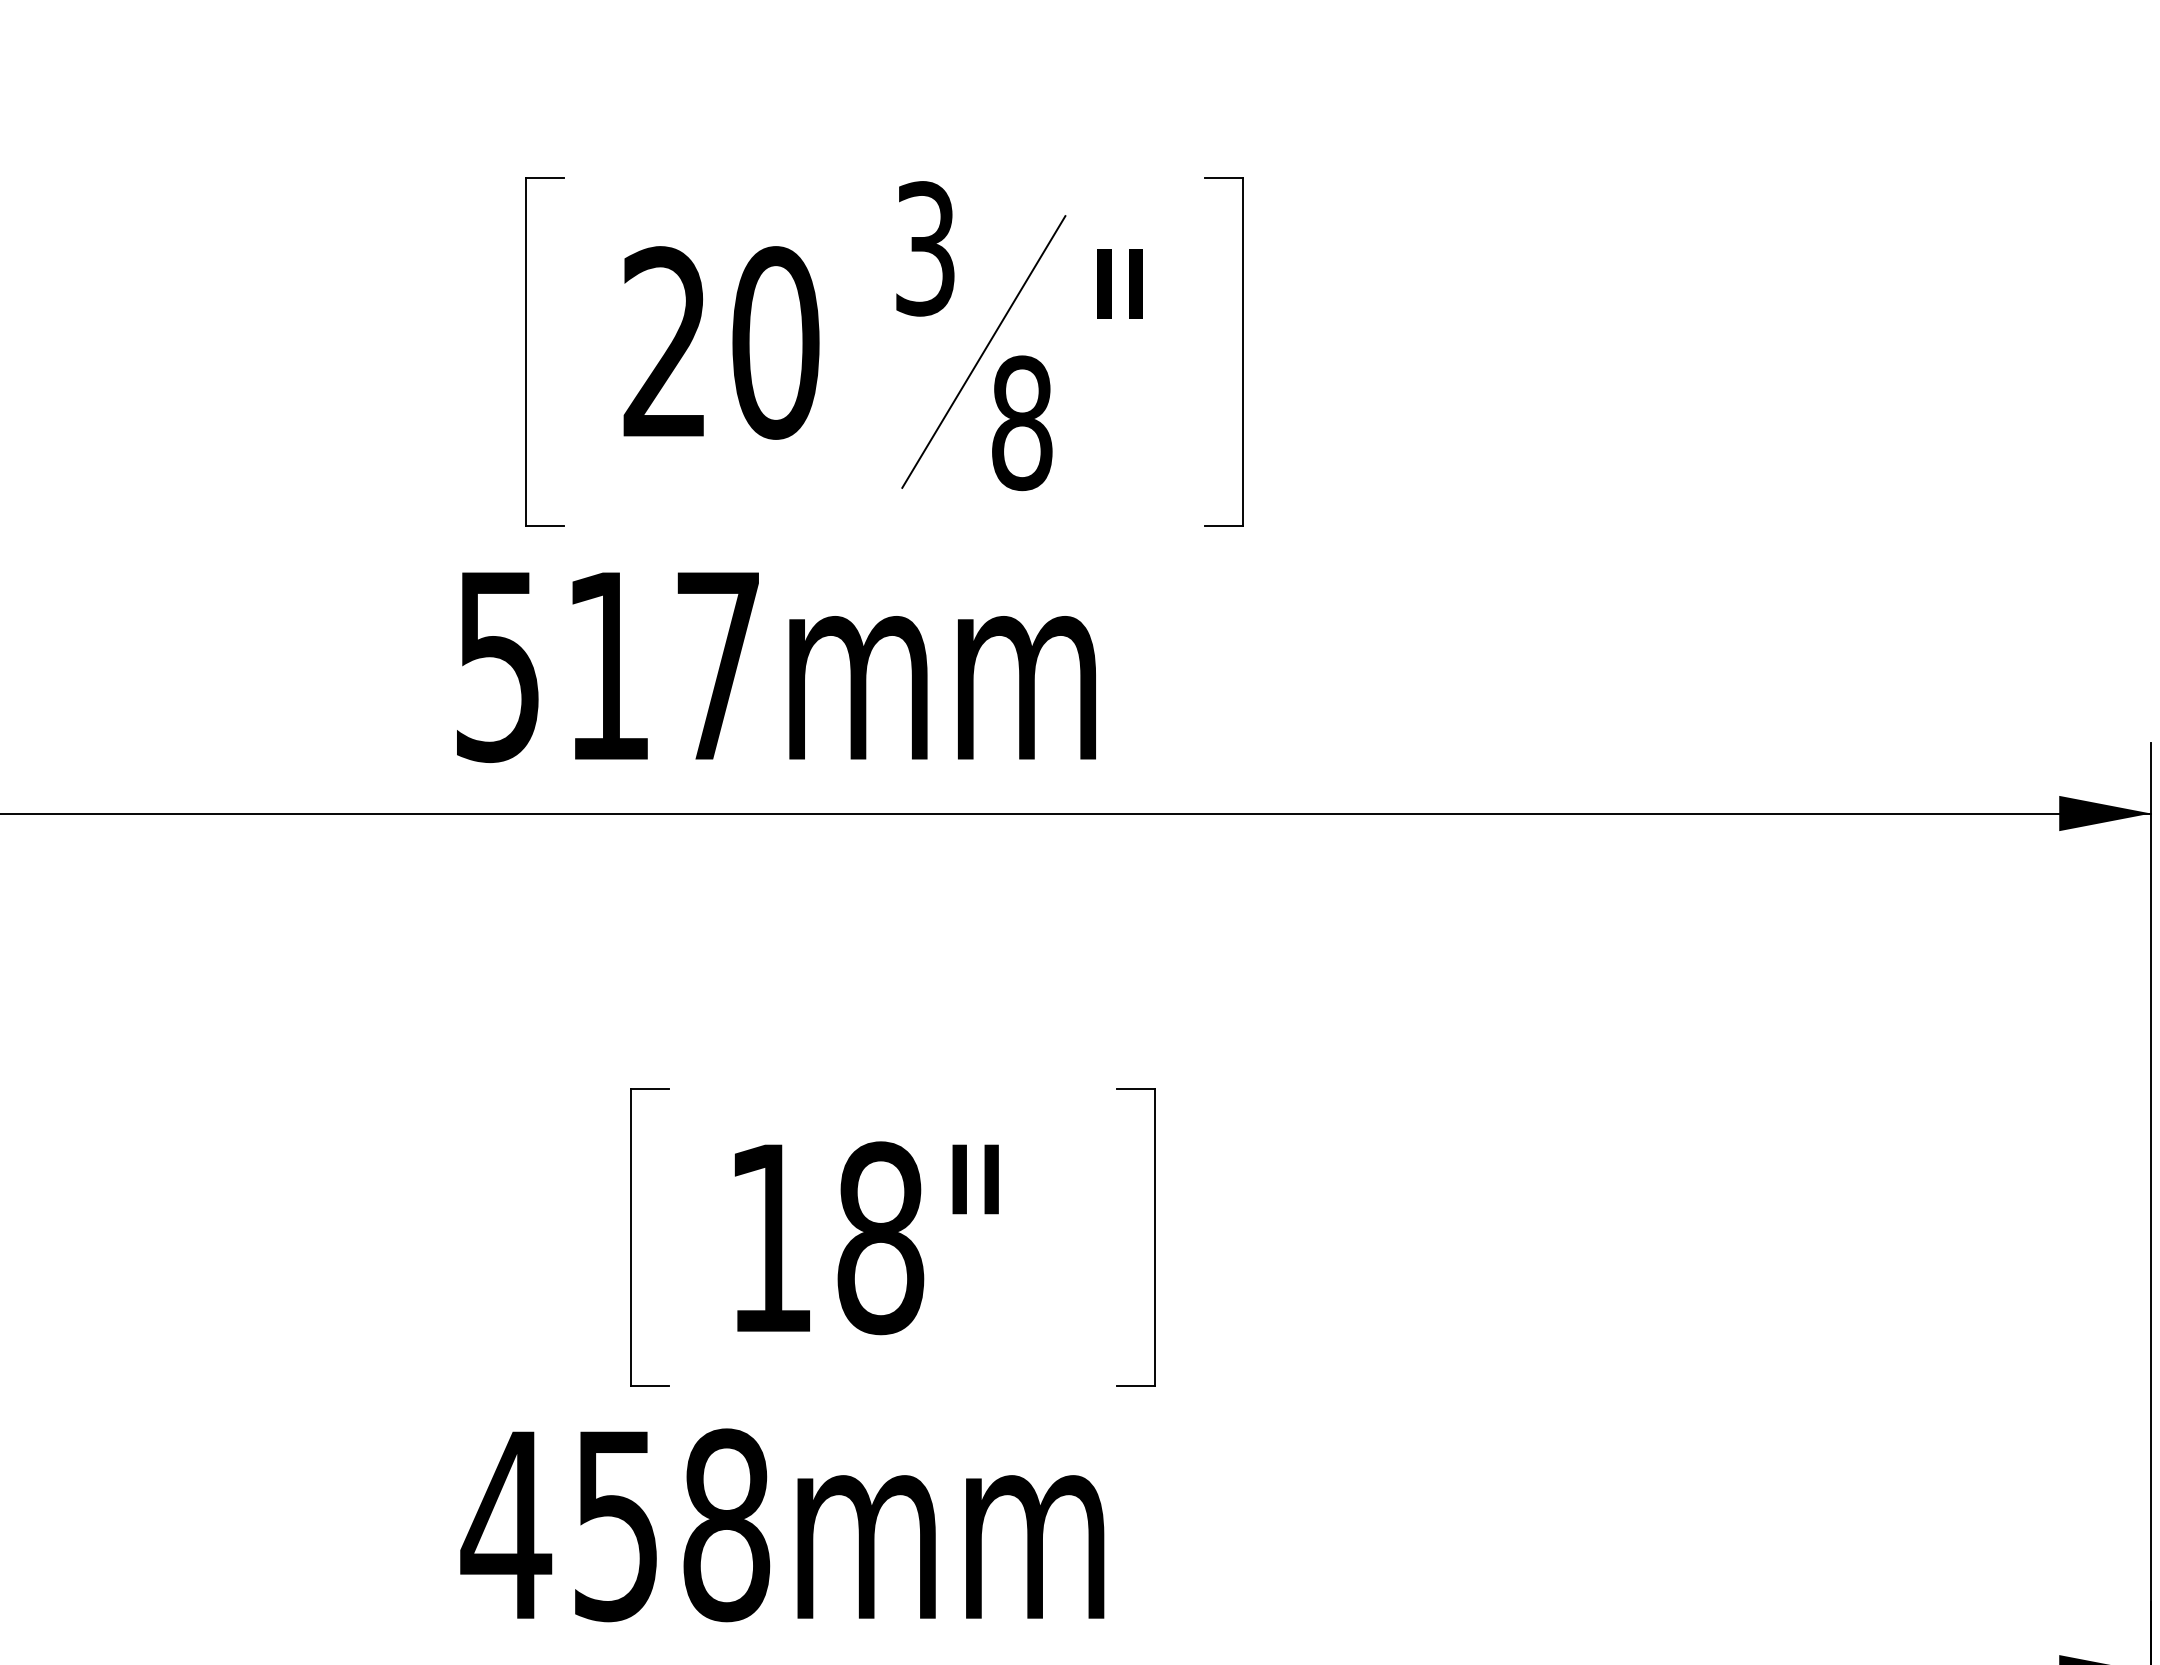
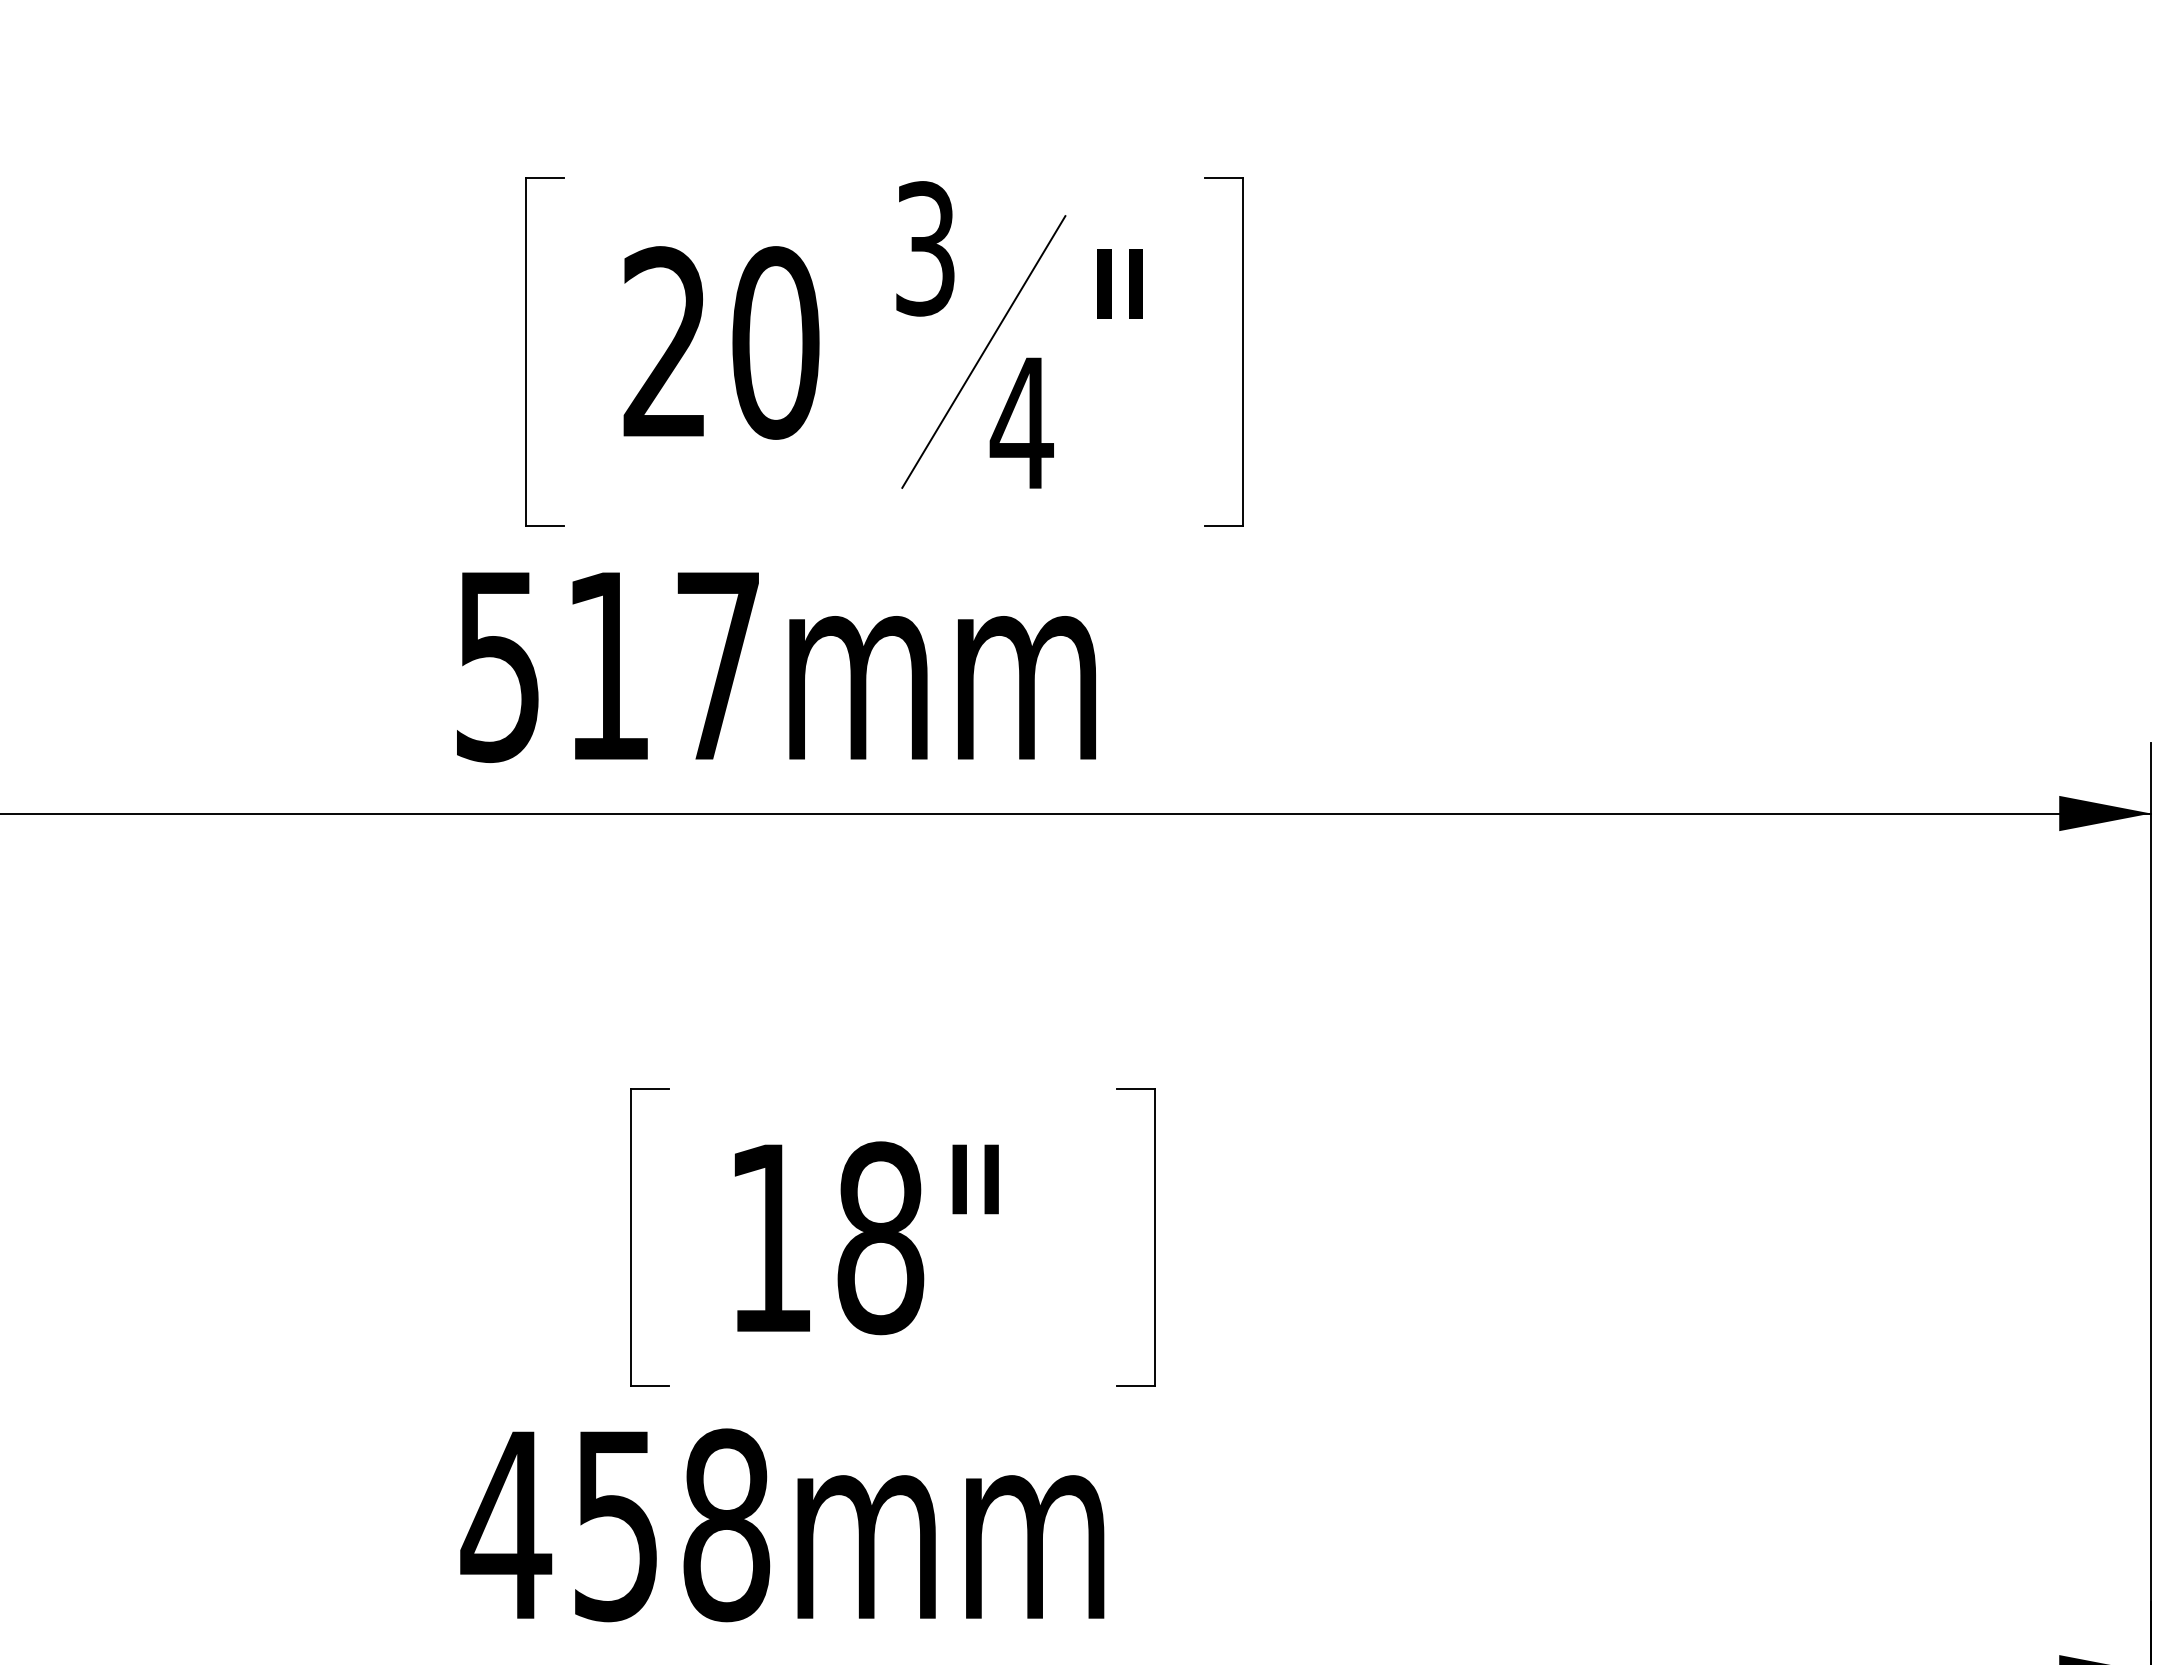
text at (1021, 423): 8 -> 4
